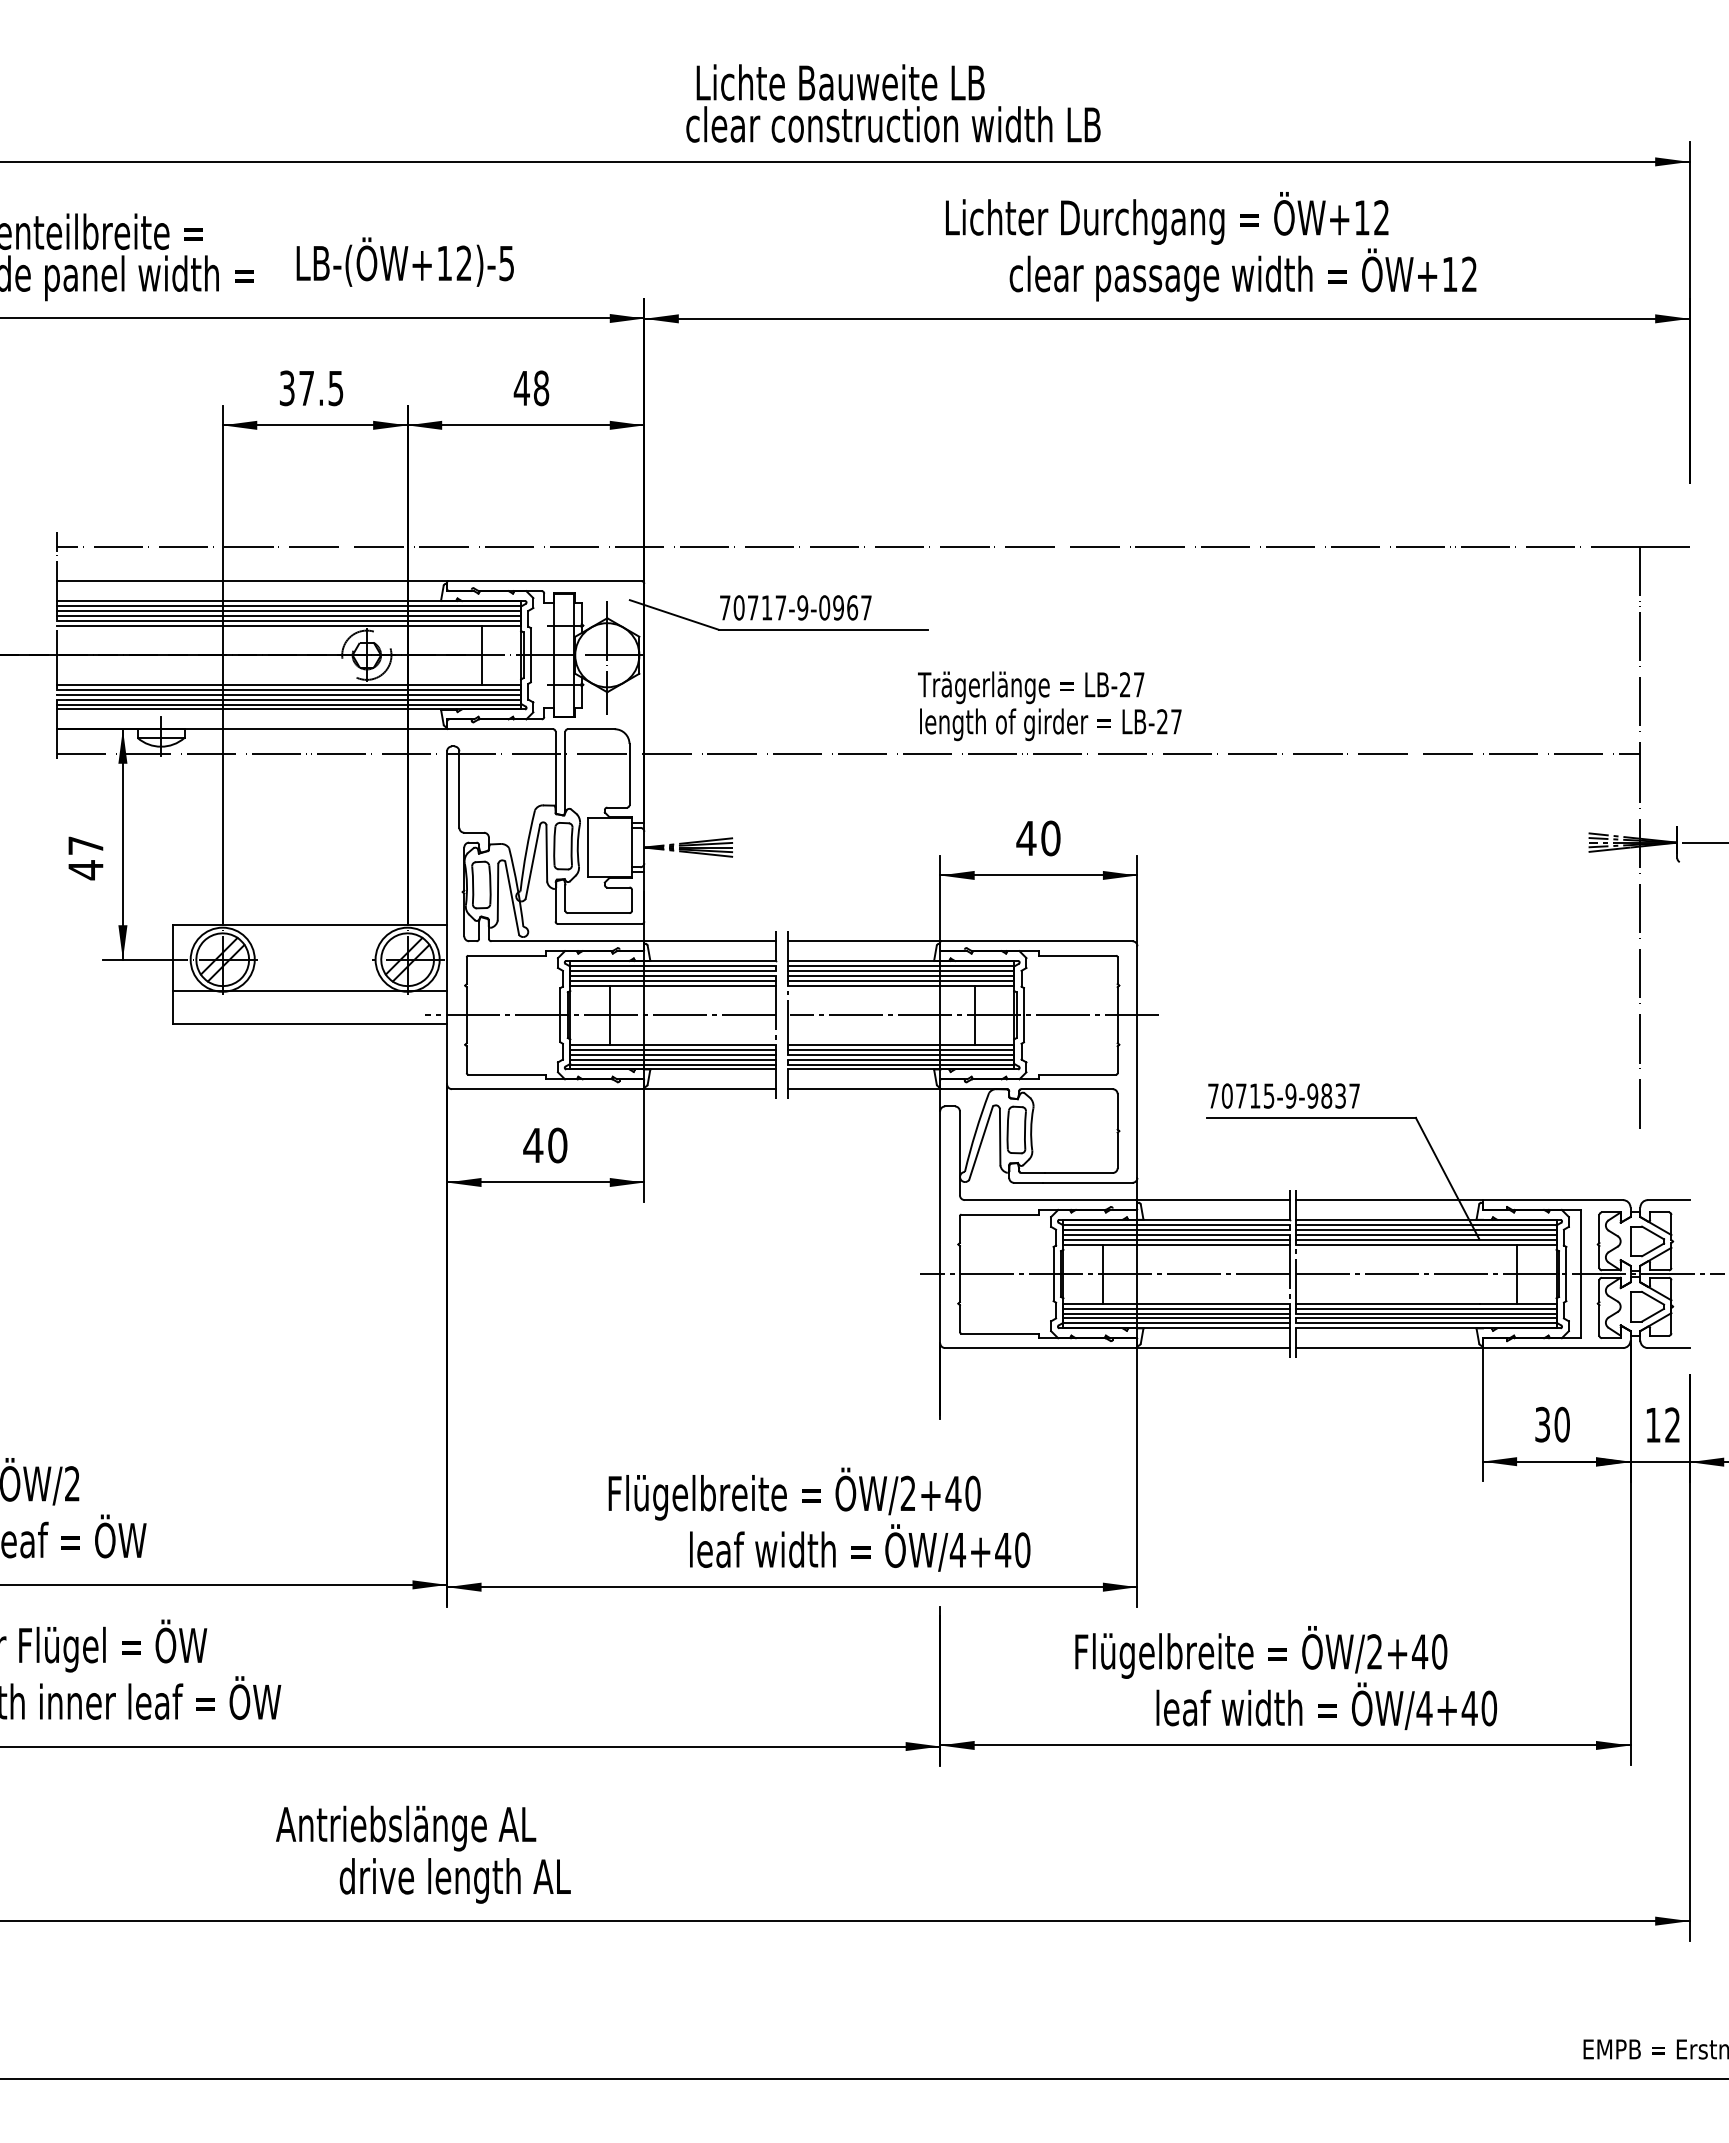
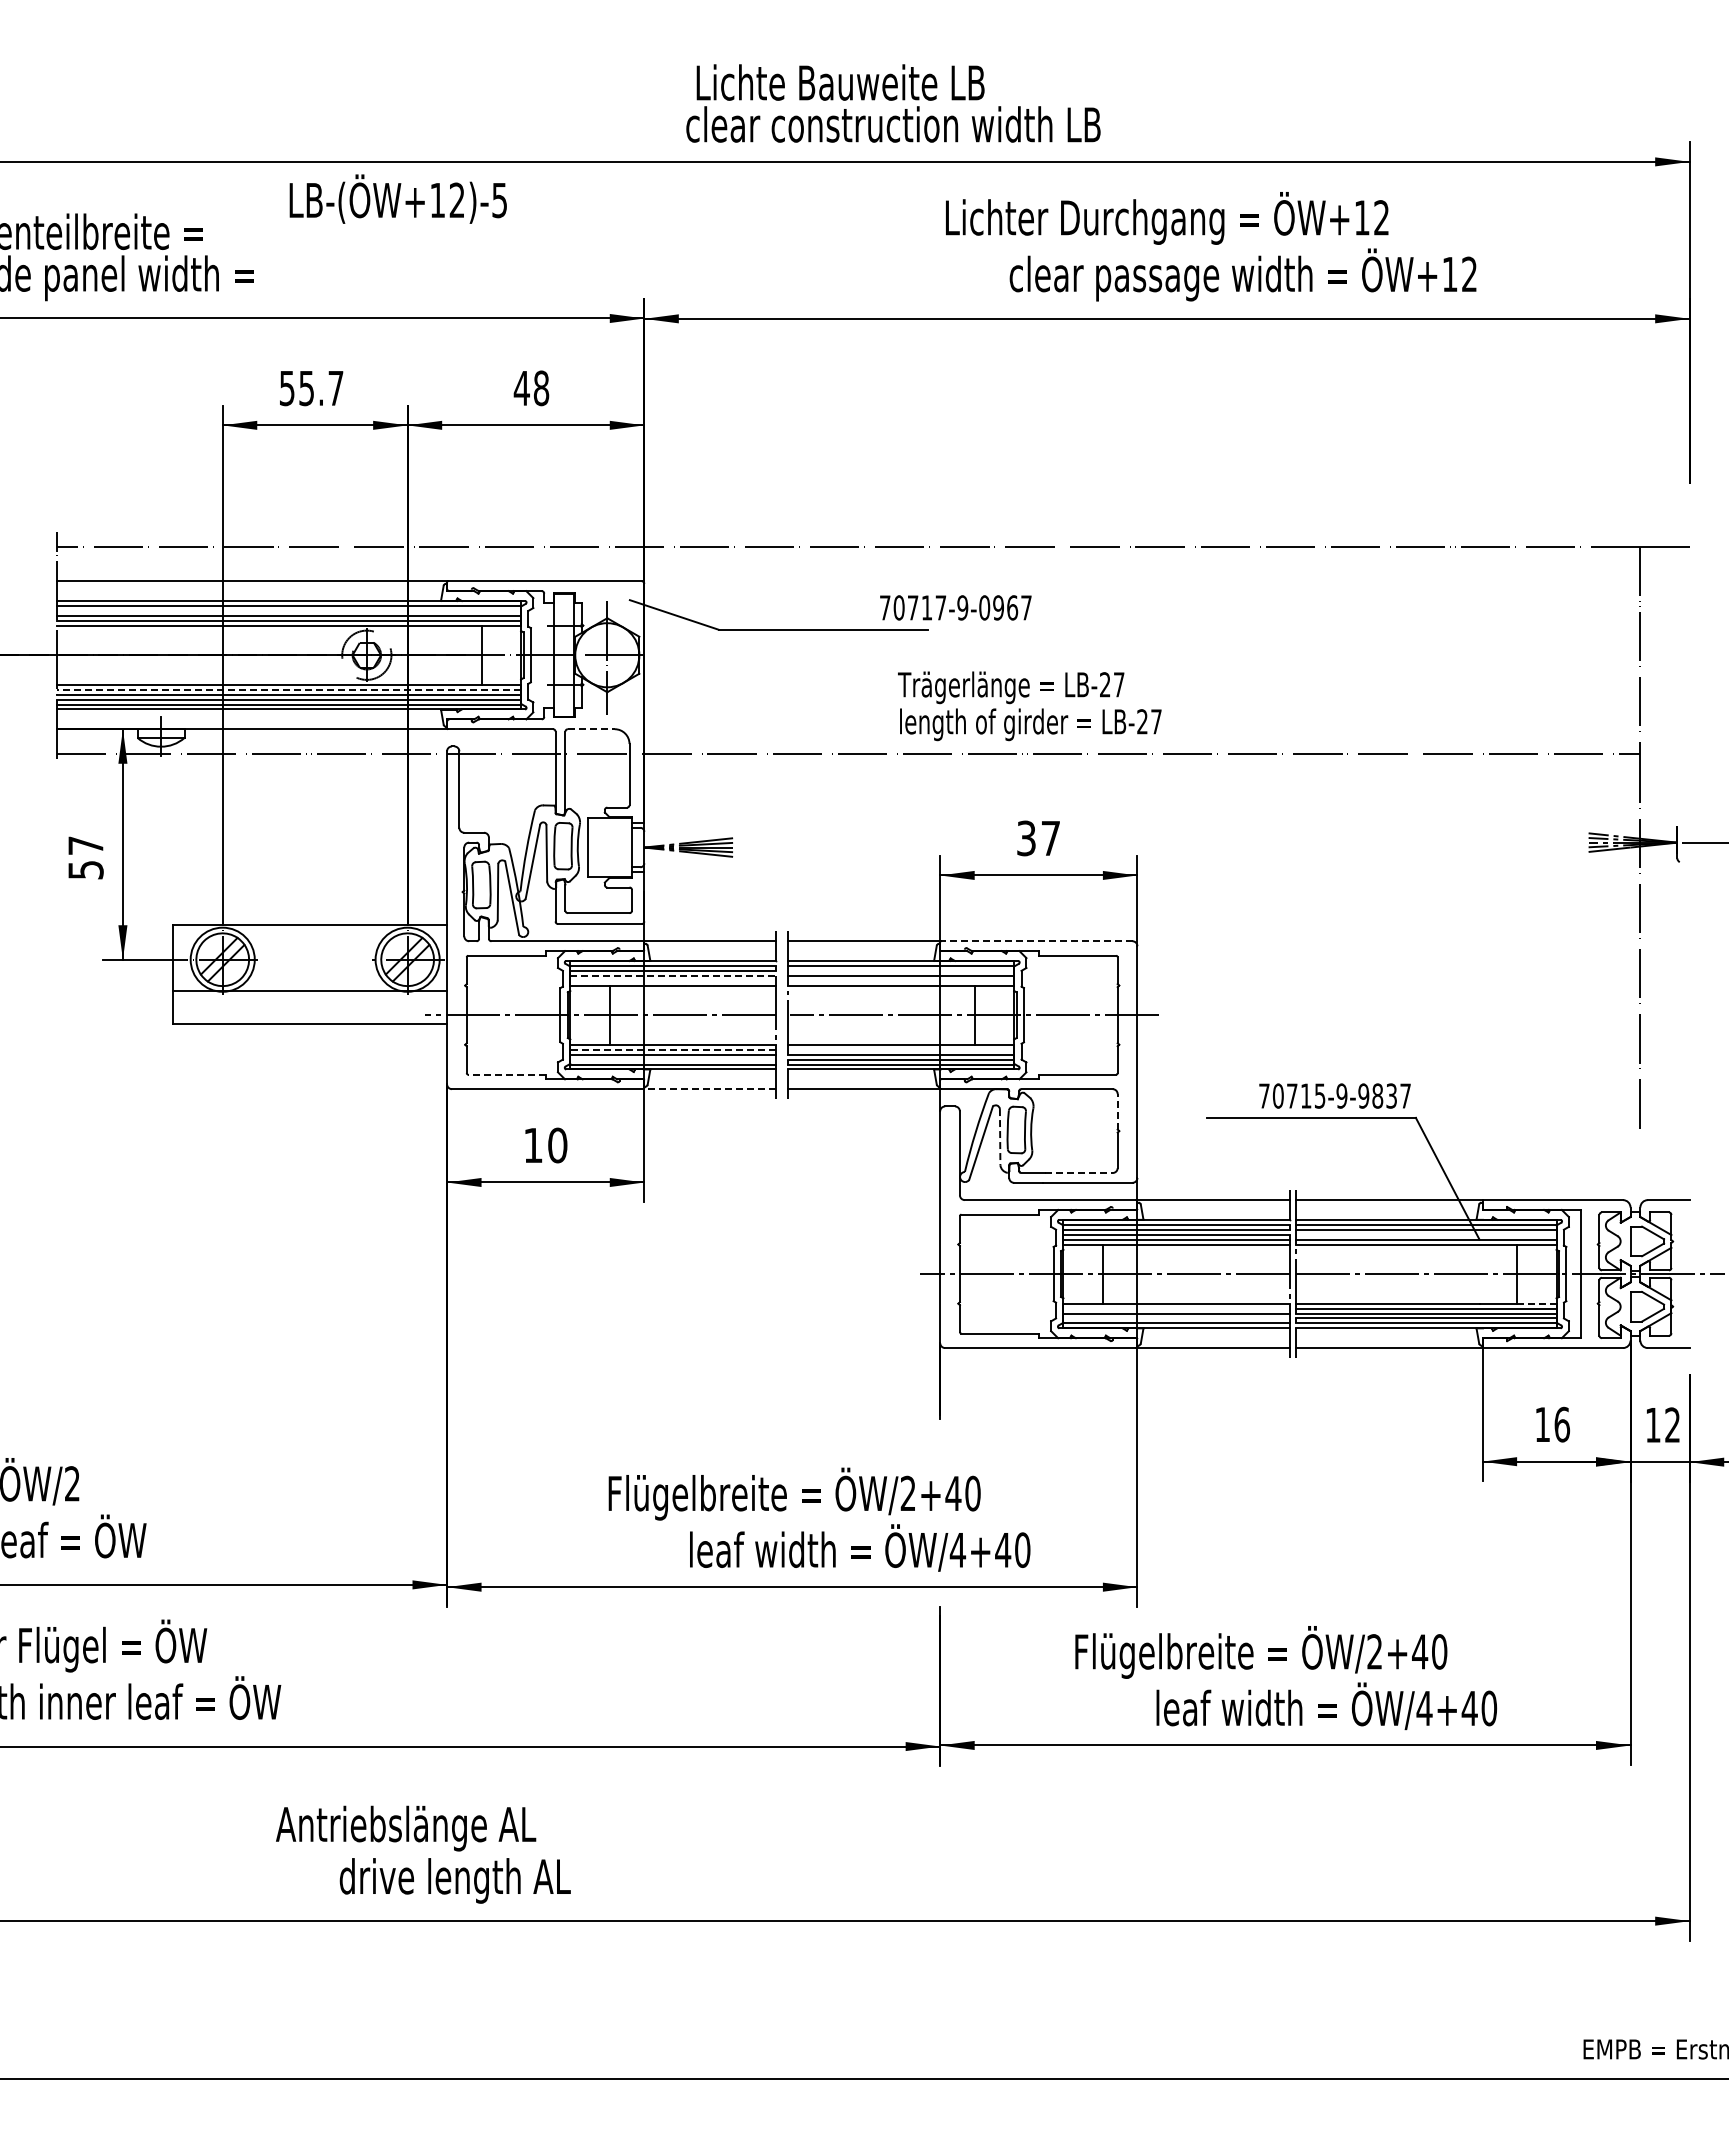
text at (404, 261) position: (404, 261) -> (397, 198)
text at (311, 388): 37.5 -> 55.7
text at (795, 607) position: (795, 607) -> (955, 607)
line at (288, 610): present -> none
line at (288, 689): solid -> dashed
text at (1049, 706) position: (1049, 706) -> (1029, 706)
line at (591, 729): solid -> dashed
text at (1038, 838): 40 -> 37
text at (85, 870): 47 -> 57
line at (1036, 941): solid -> dashed
line at (901, 970): present -> none
line at (673, 975): solid -> dashed
line at (673, 980): present -> none
line at (901, 980): present -> none
line at (672, 1049): solid -> dashed
line at (901, 1049): present -> none
line at (673, 1059): present -> none
line at (506, 1074): solid -> dashed
line at (709, 1089): solid -> dashed
text at (1283, 1095) position: (1283, 1095) -> (1334, 1095)
line at (1117, 1111): solid -> dashed
line at (1000, 1137): solid -> dashed
text at (533, 1145): 40 -> 10
line at (1079, 1173): solid -> dashed
line at (1425, 1234): present -> none
line at (1536, 1303): solid -> dashed
line at (1176, 1308): present -> none
line at (1176, 1318): present -> none
text at (1552, 1424): 30 -> 16
